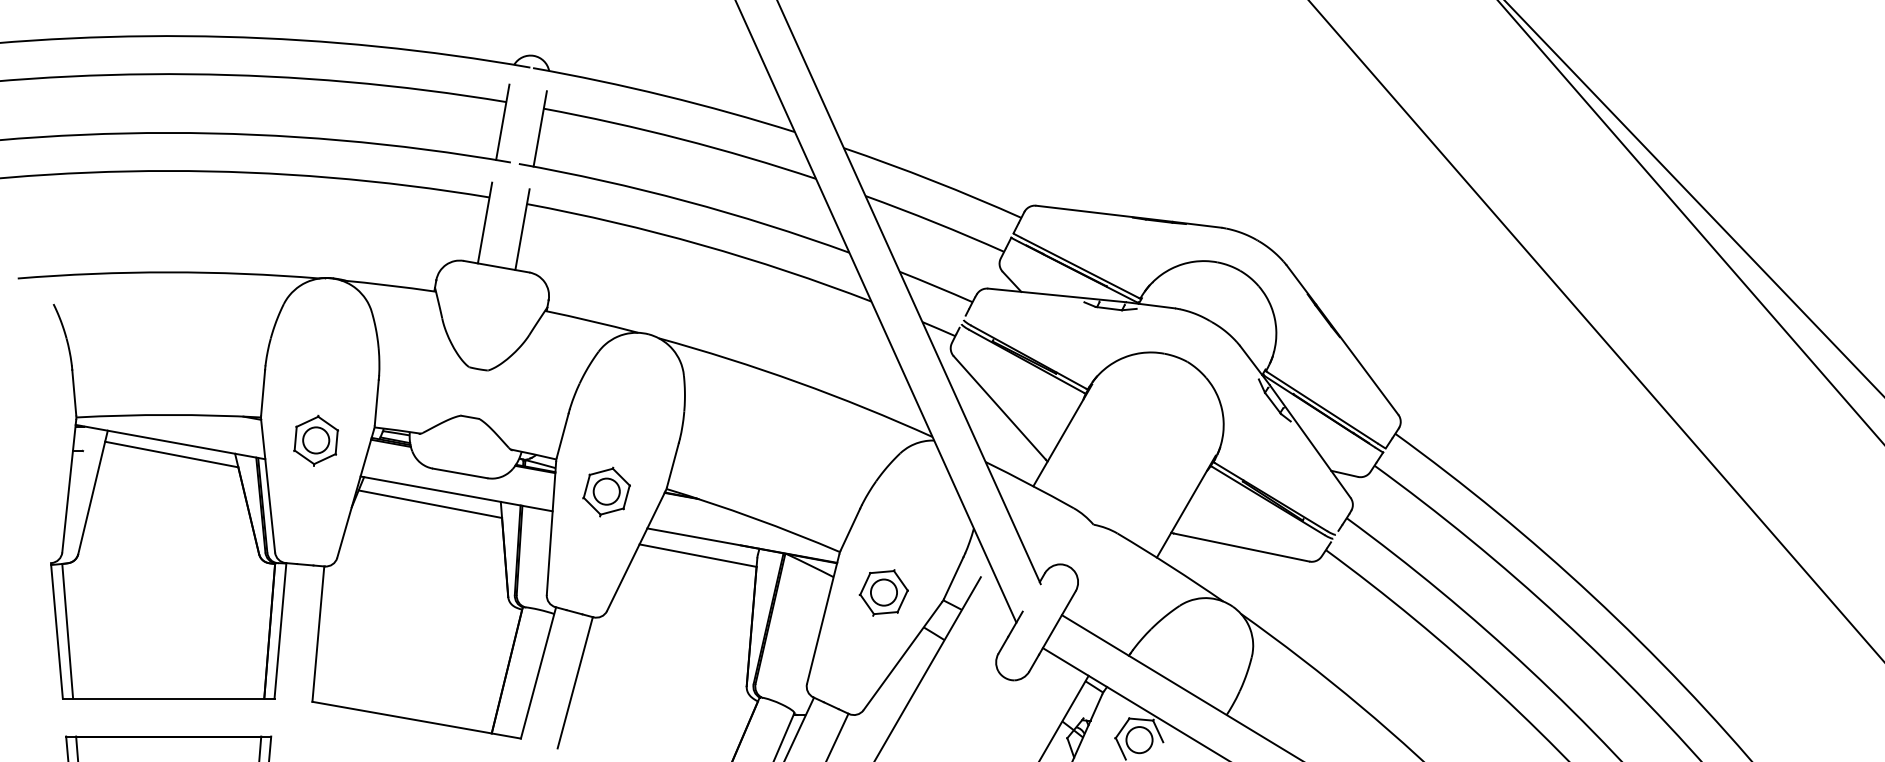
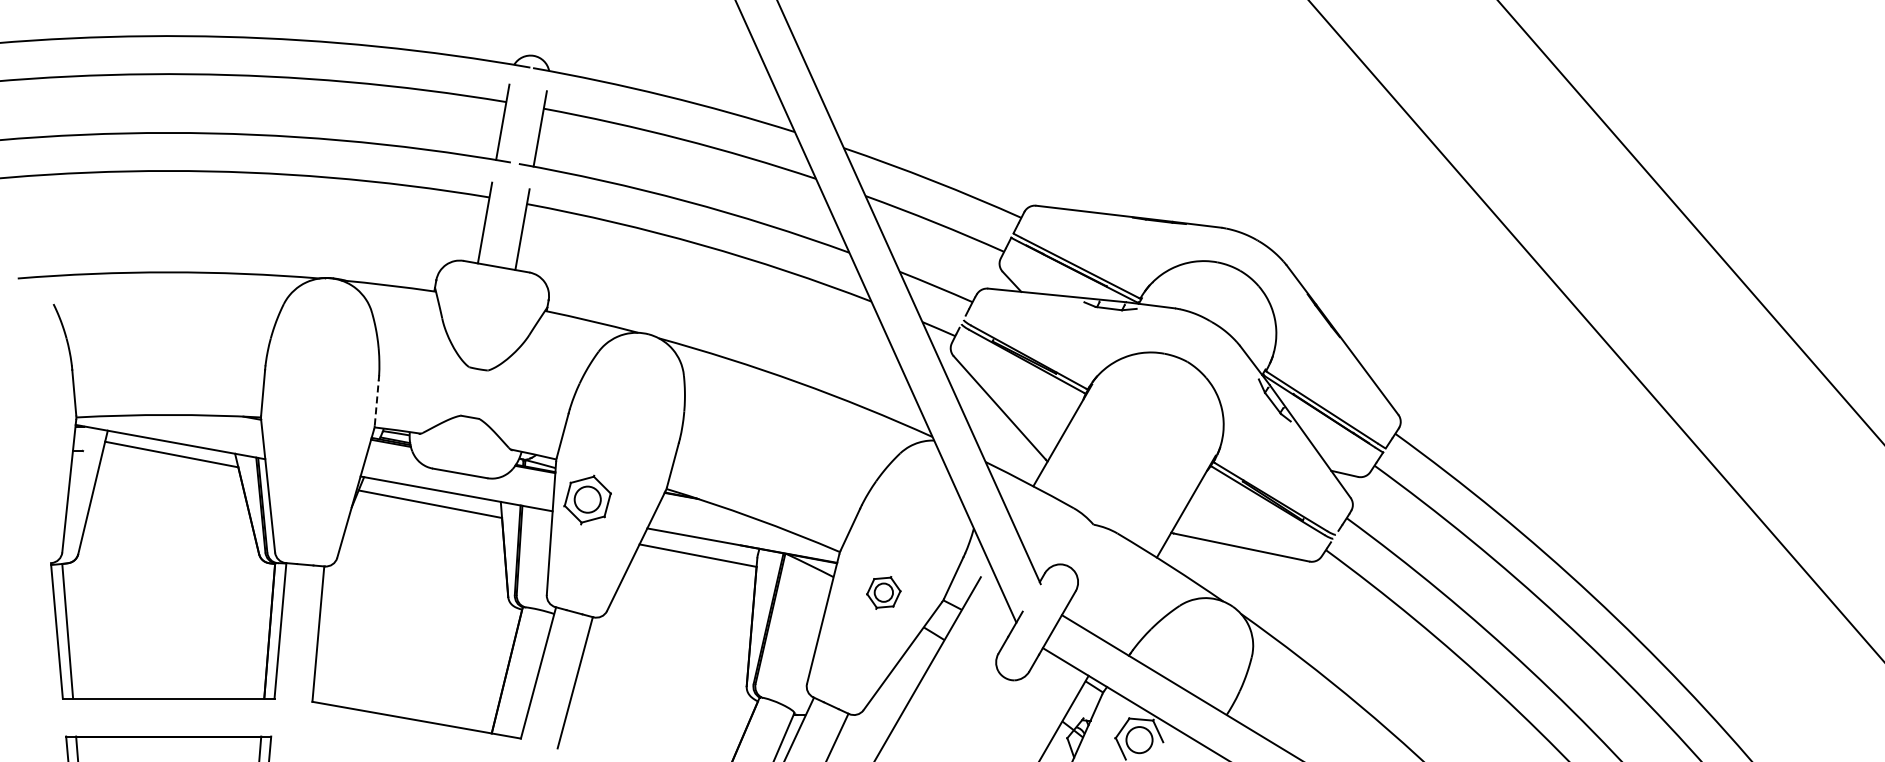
line at (1693, 197): present -> none
line at (376, 402): solid -> dashed
part at (315, 440): present -> none
part at (606, 491) position: (606, 491) -> (587, 499)
part at (883, 592) size: 51x48 px -> 36x34 px
